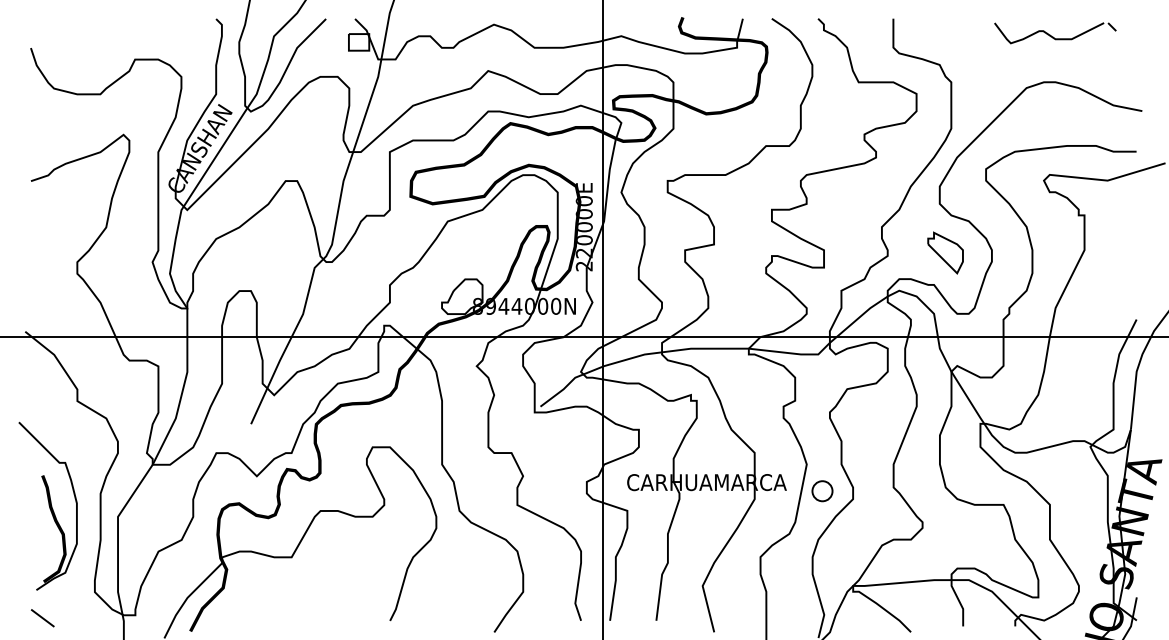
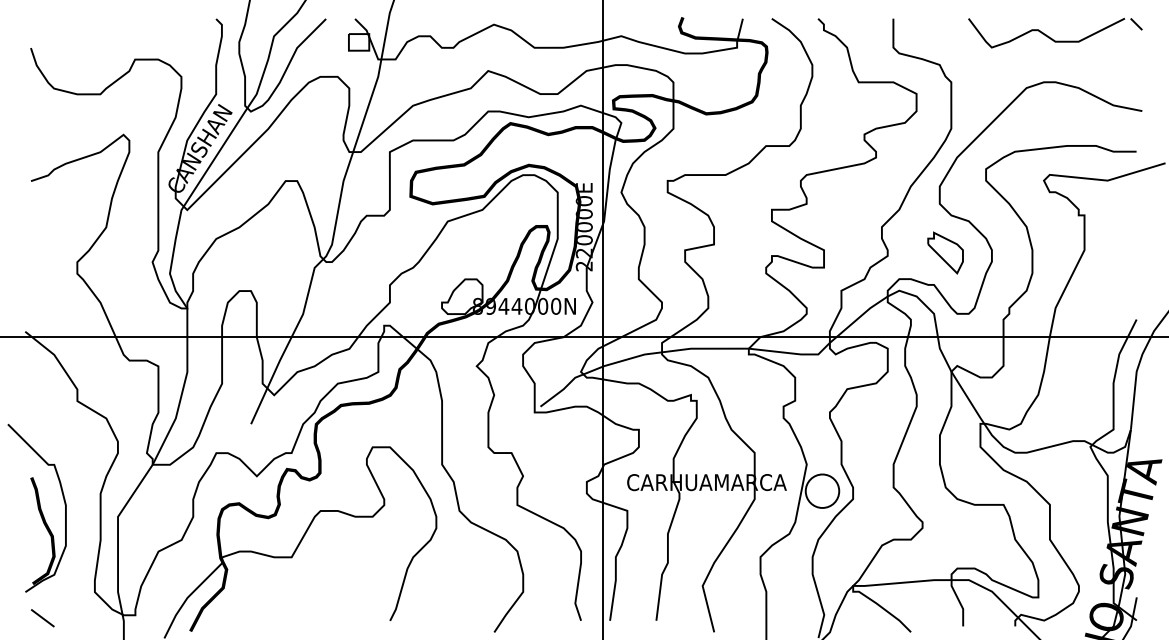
part at (1055, 33) size: 123x23 px -> 175x31 px
circle at (822, 491) diameter: 20 px -> 33 px
part at (47, 505) position: (47, 505) -> (36, 507)
